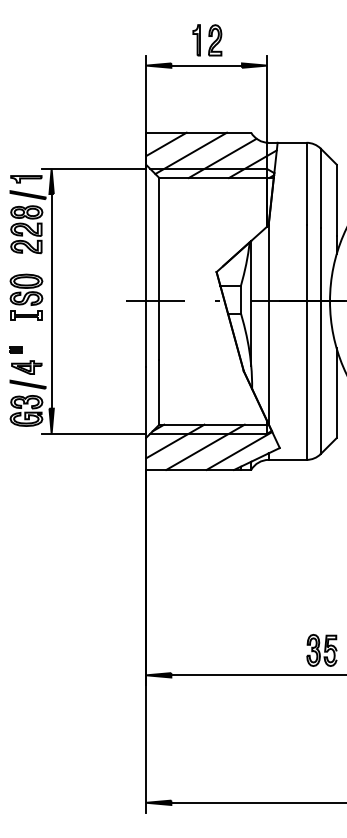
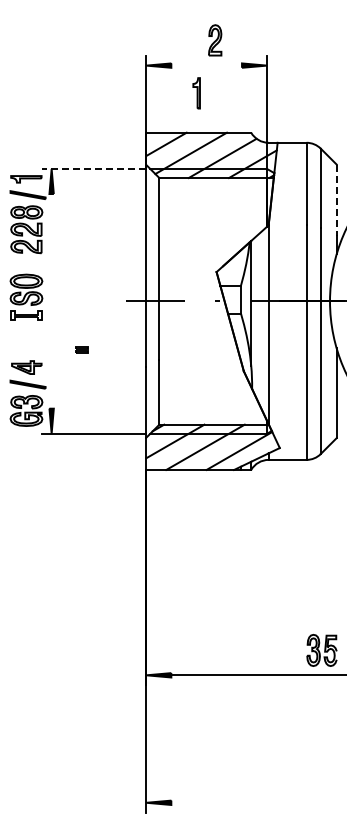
part at (196, 40) position: (196, 40) -> (196, 93)
line at (206, 65): present -> none
line at (93, 168): solid -> dashed
line at (336, 200): solid -> dashed
line at (51, 301): present -> none
part at (15, 349) position: (15, 349) -> (81, 349)
line at (257, 802): present -> none
